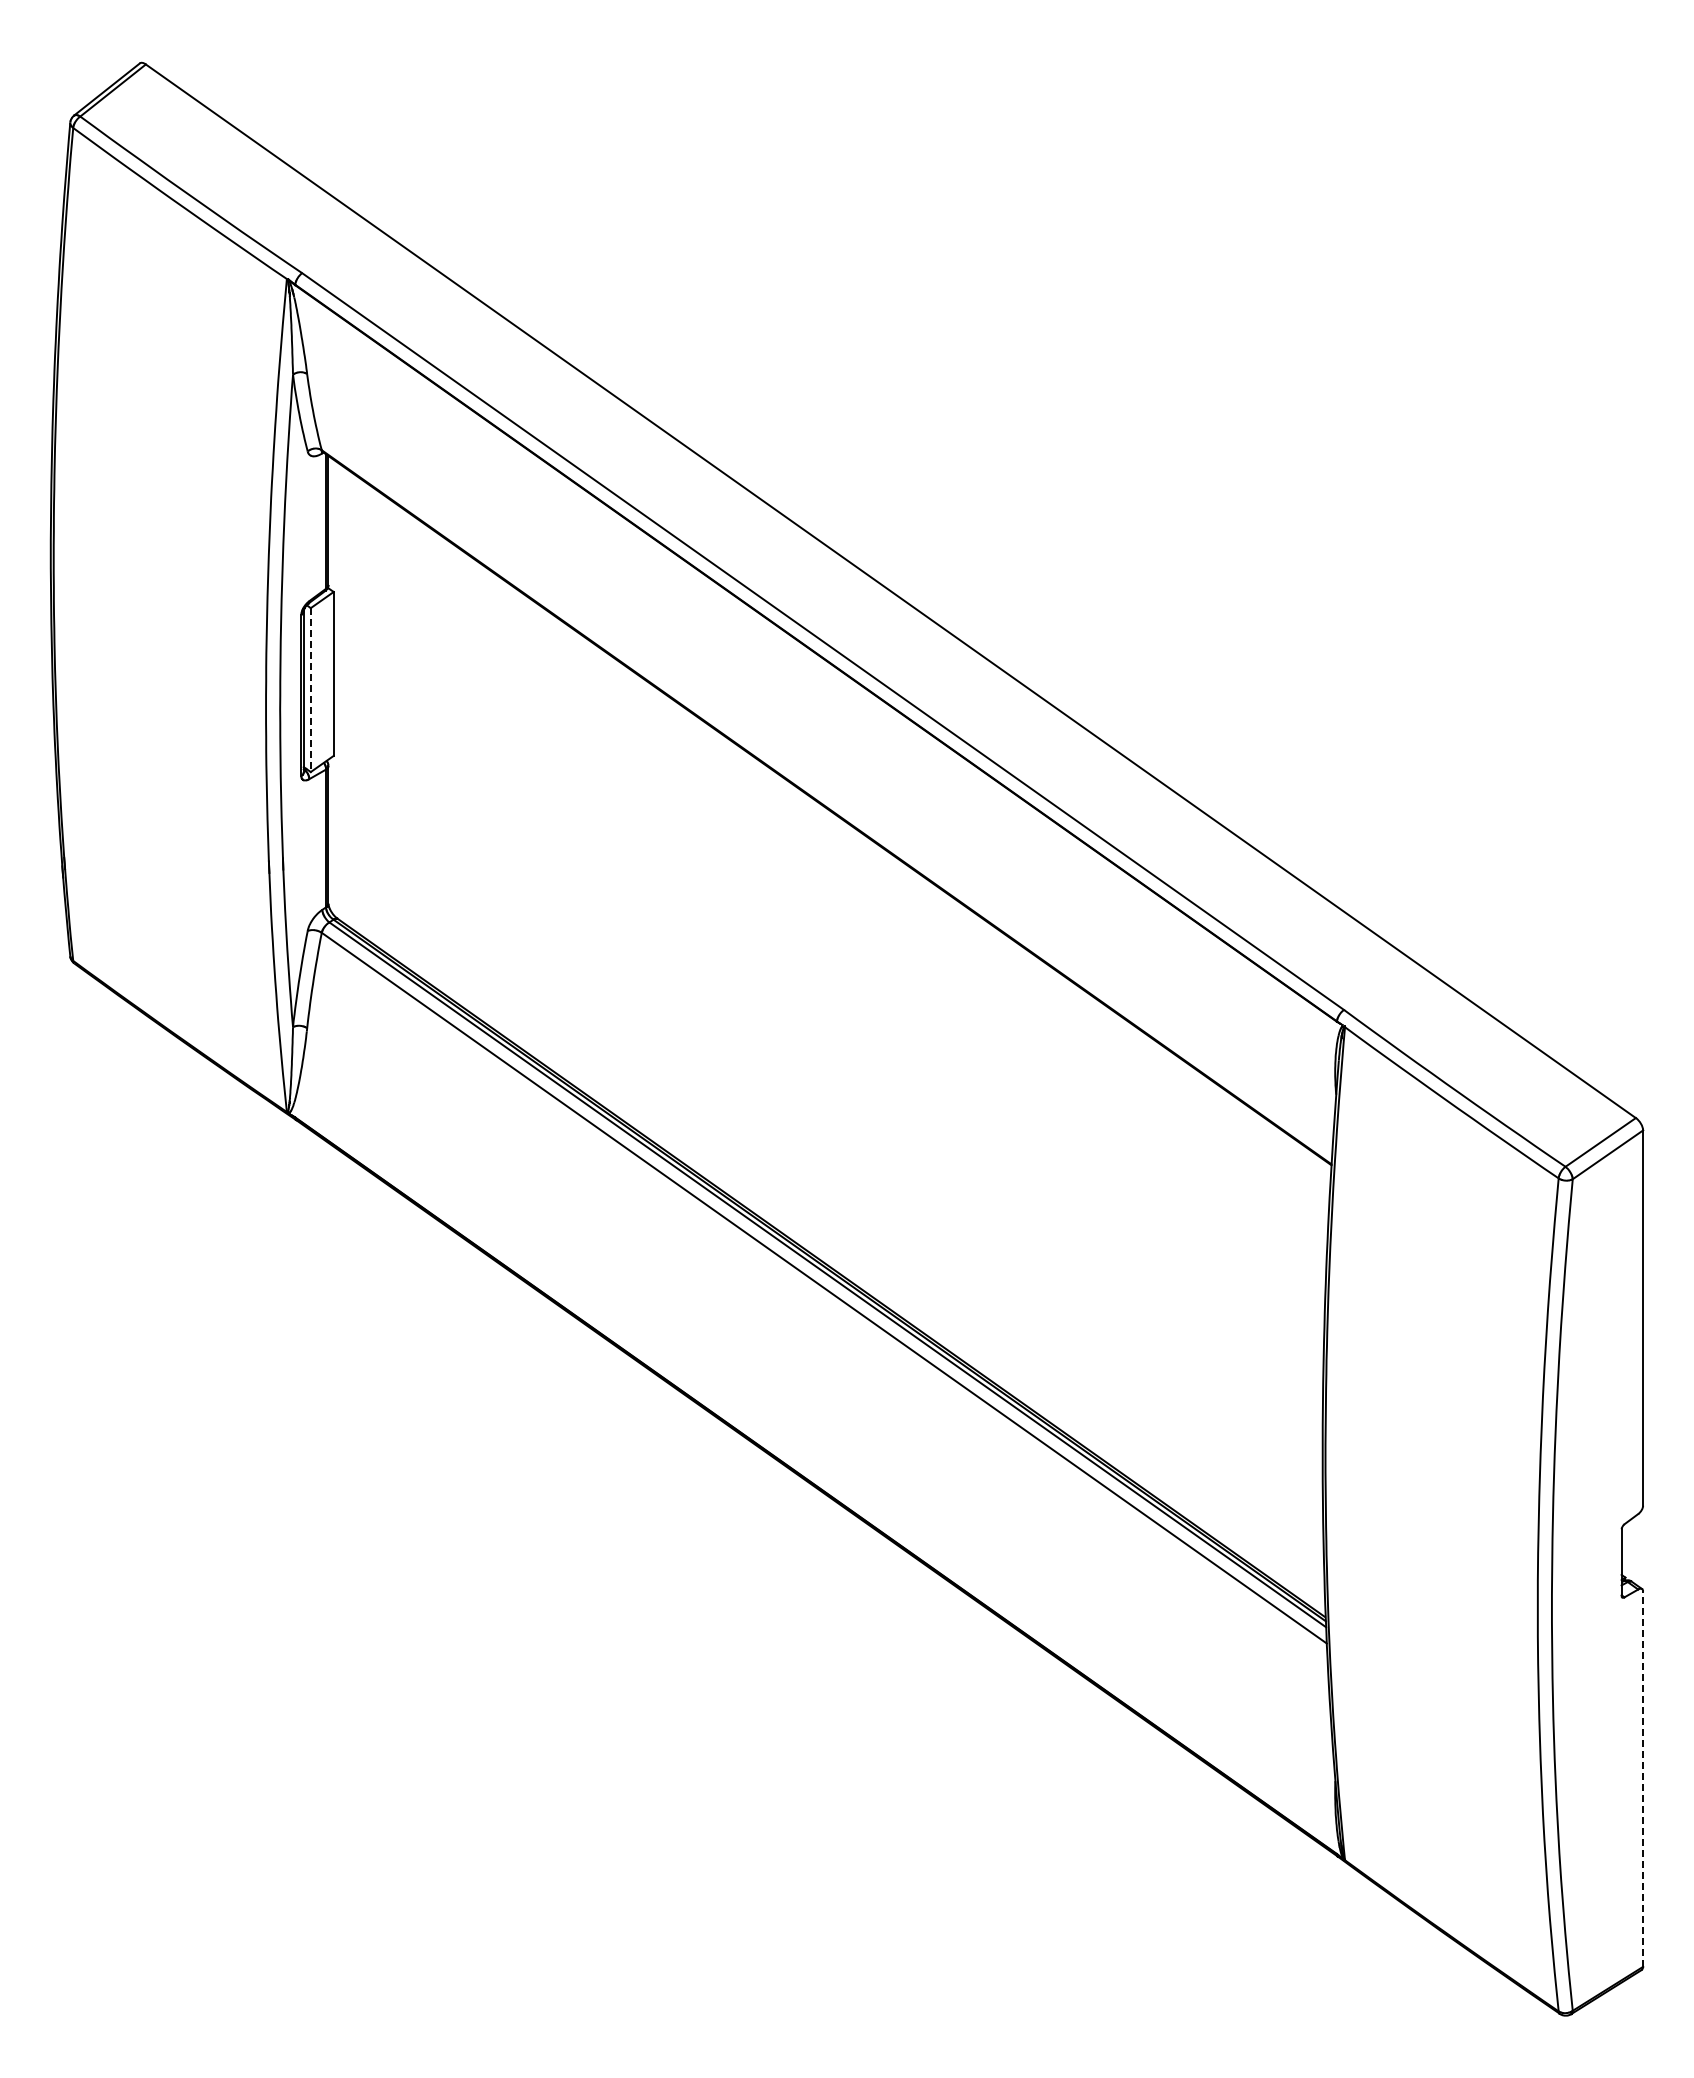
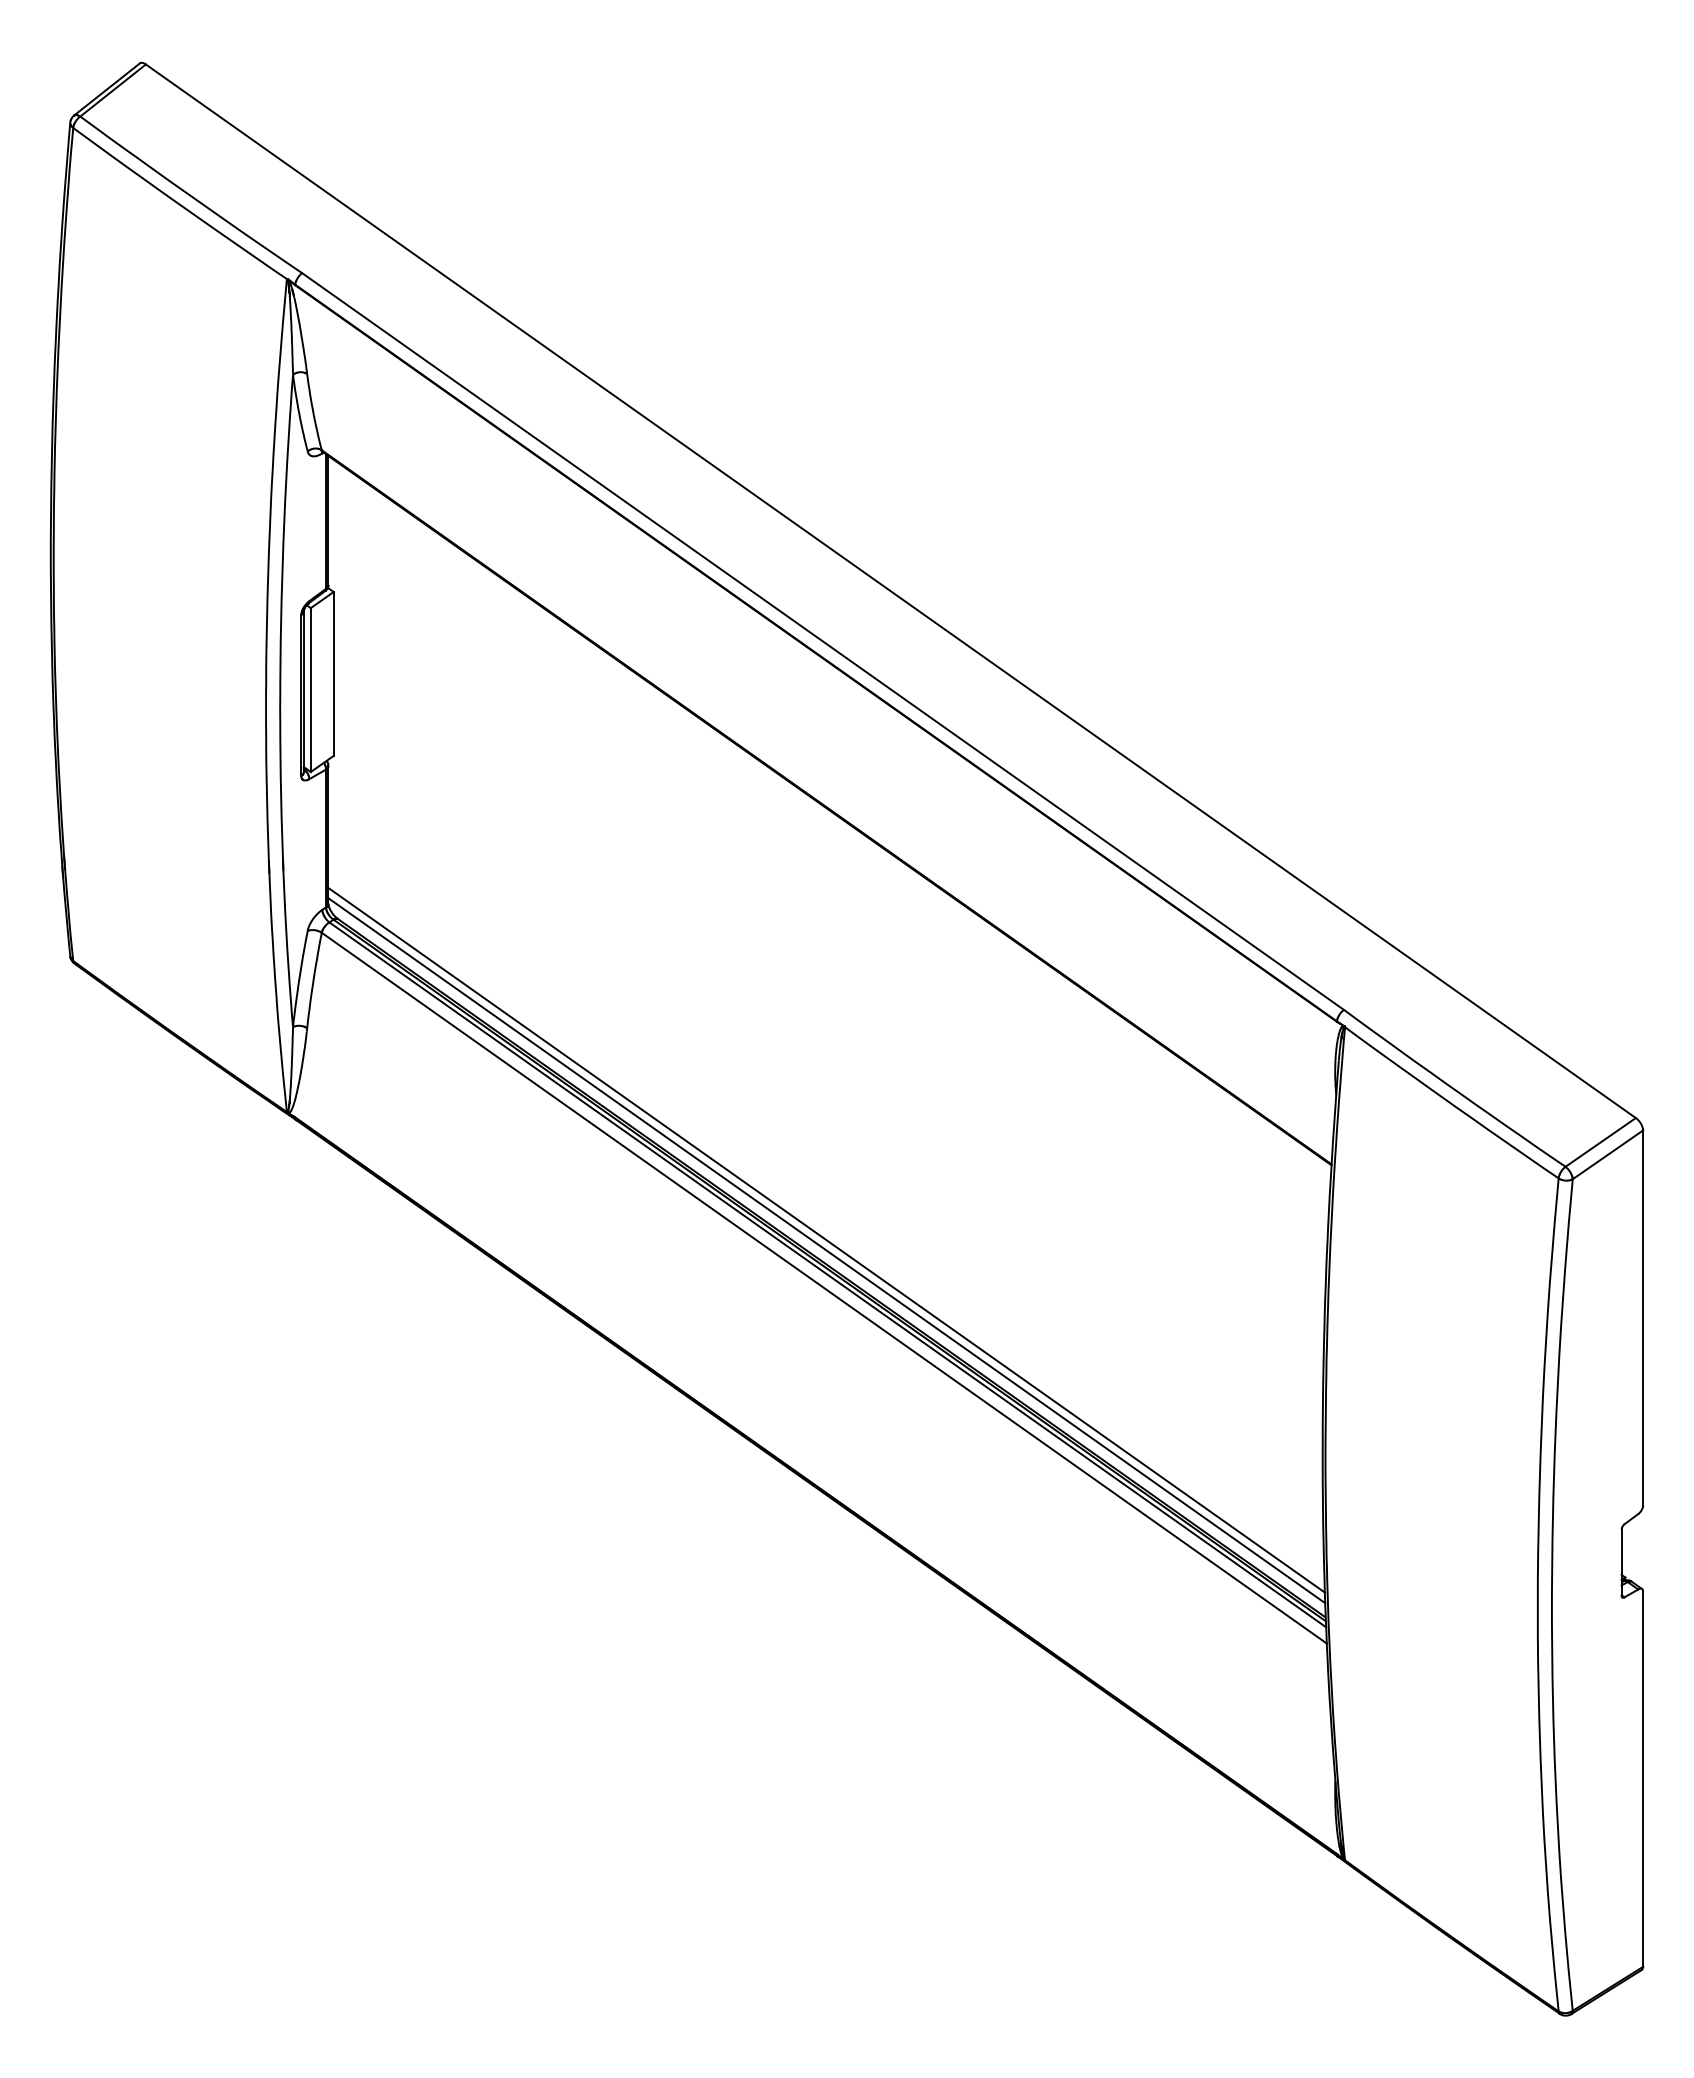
line at (310, 690): dashed -> solid
line at (826, 1239): none -> present
line at (826, 1250): none -> present
line at (1643, 1779): dashed -> solid
